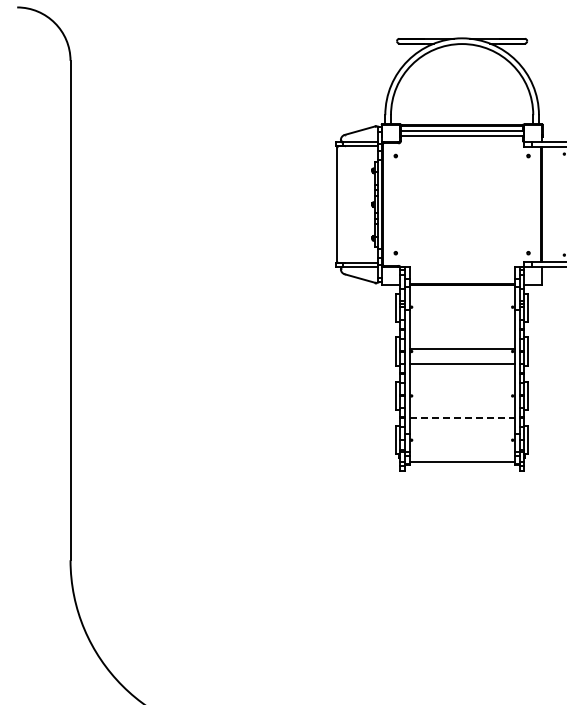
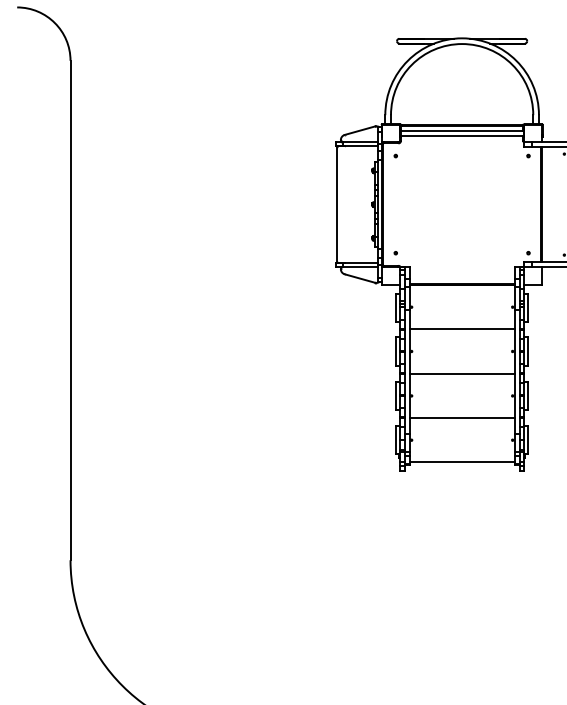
line at (461, 349) position: (461, 349) -> (461, 329)
line at (461, 363) position: (461, 363) -> (461, 373)
line at (462, 418): dashed -> solid
